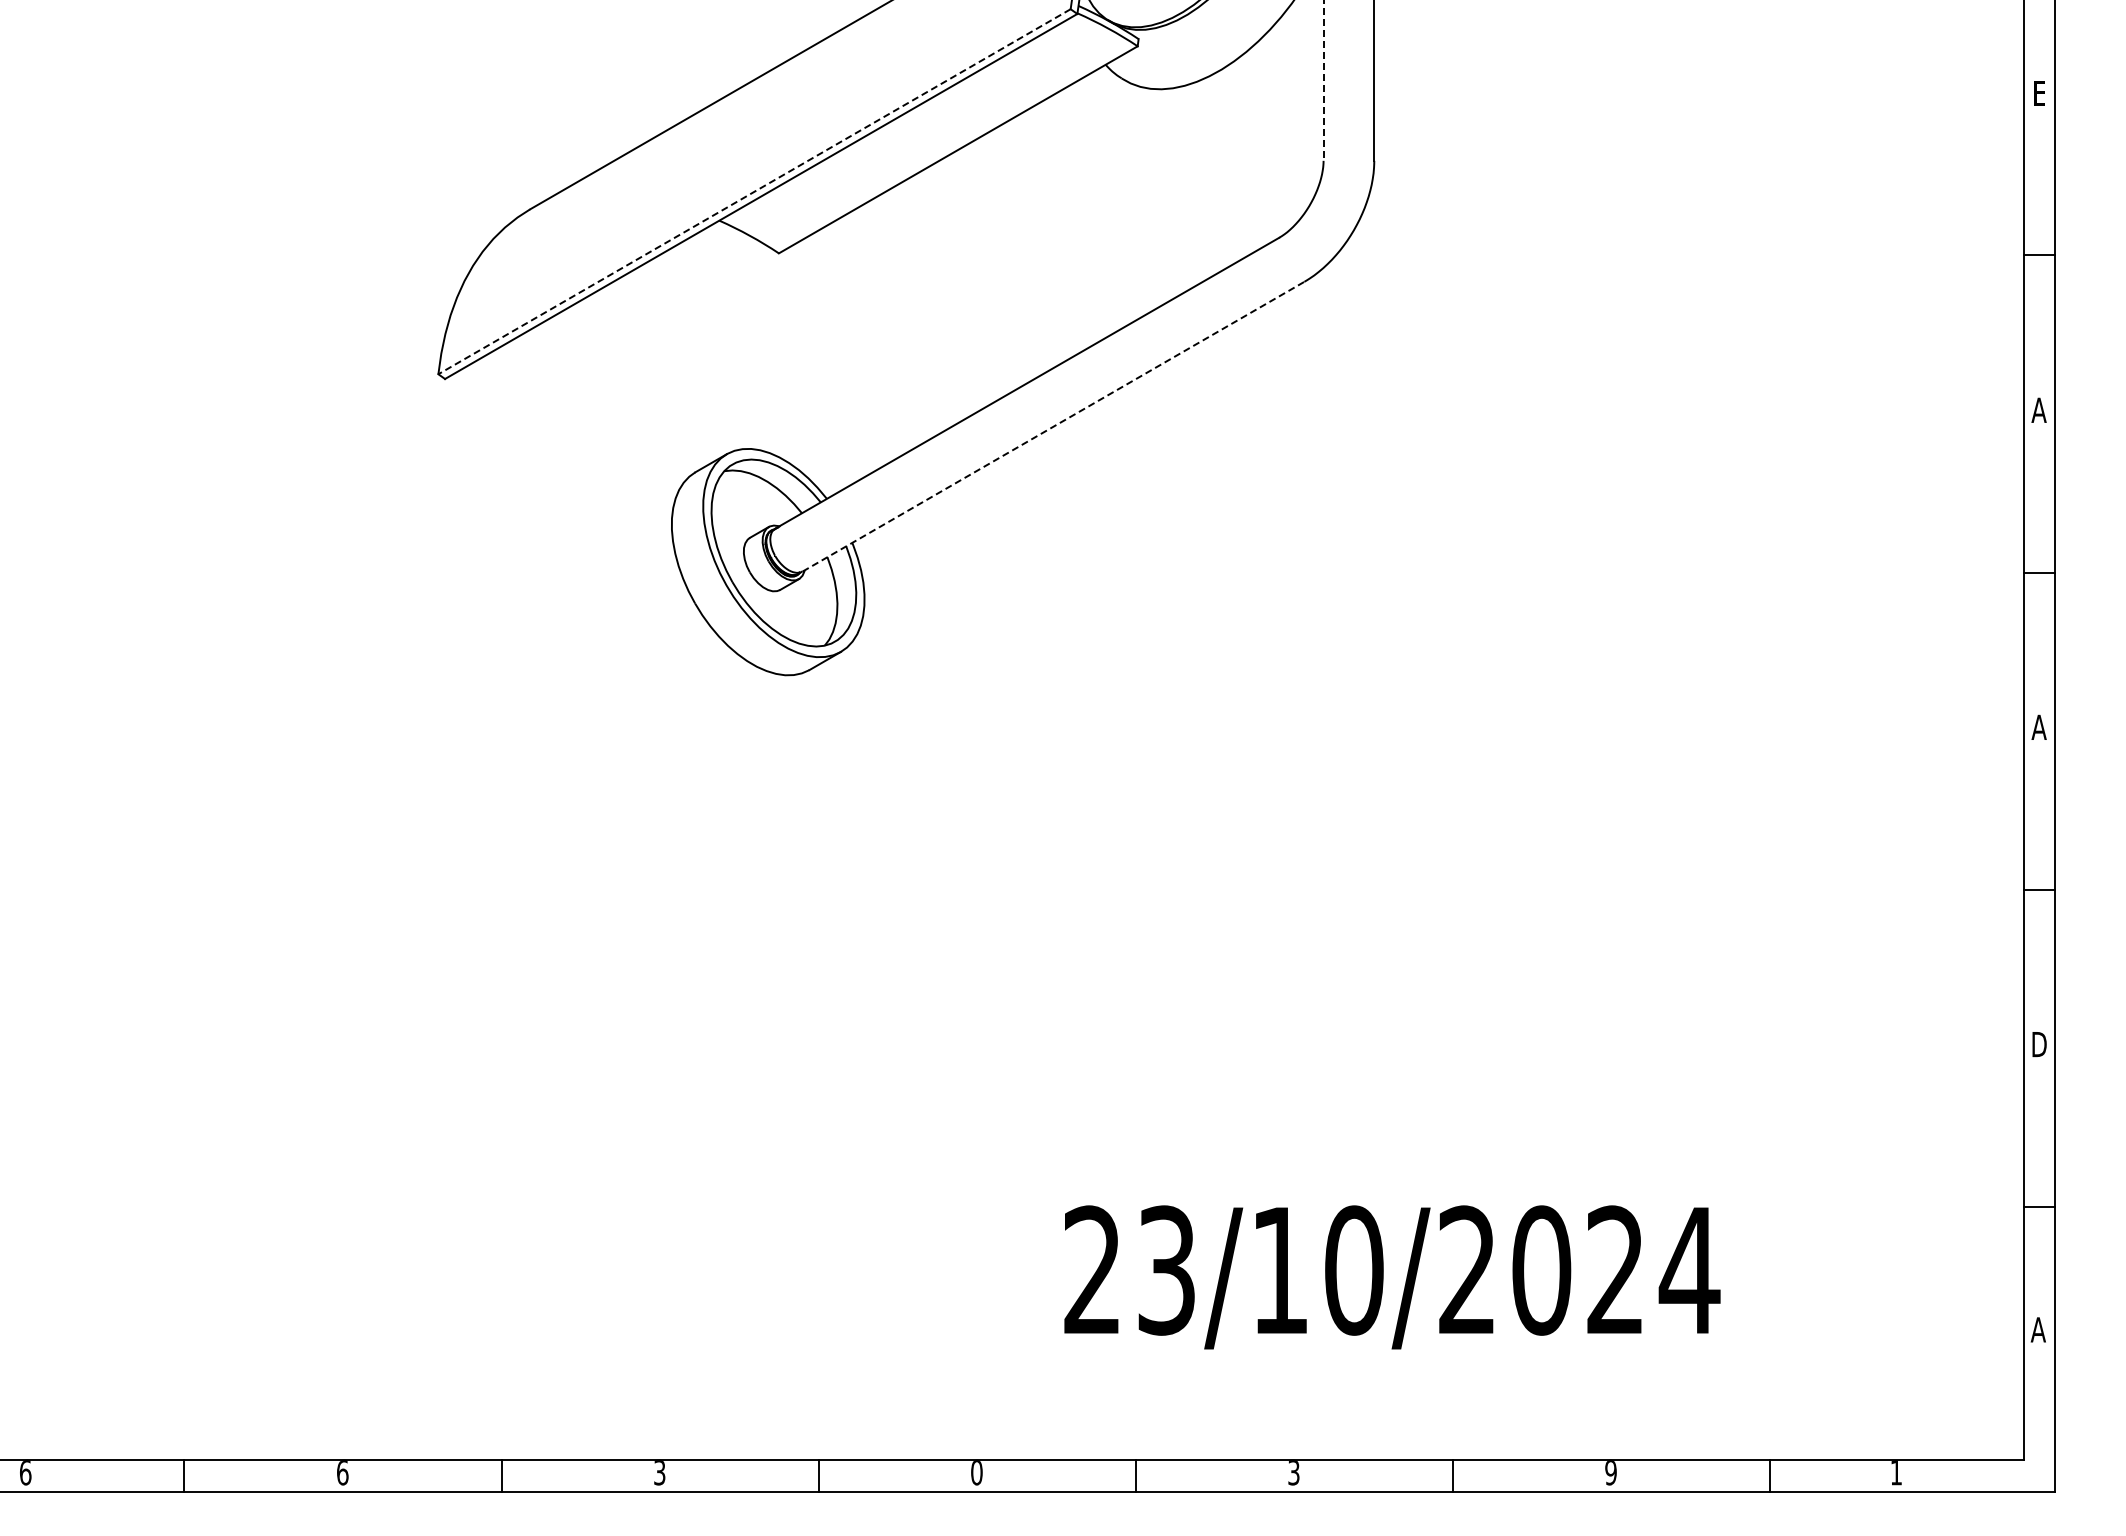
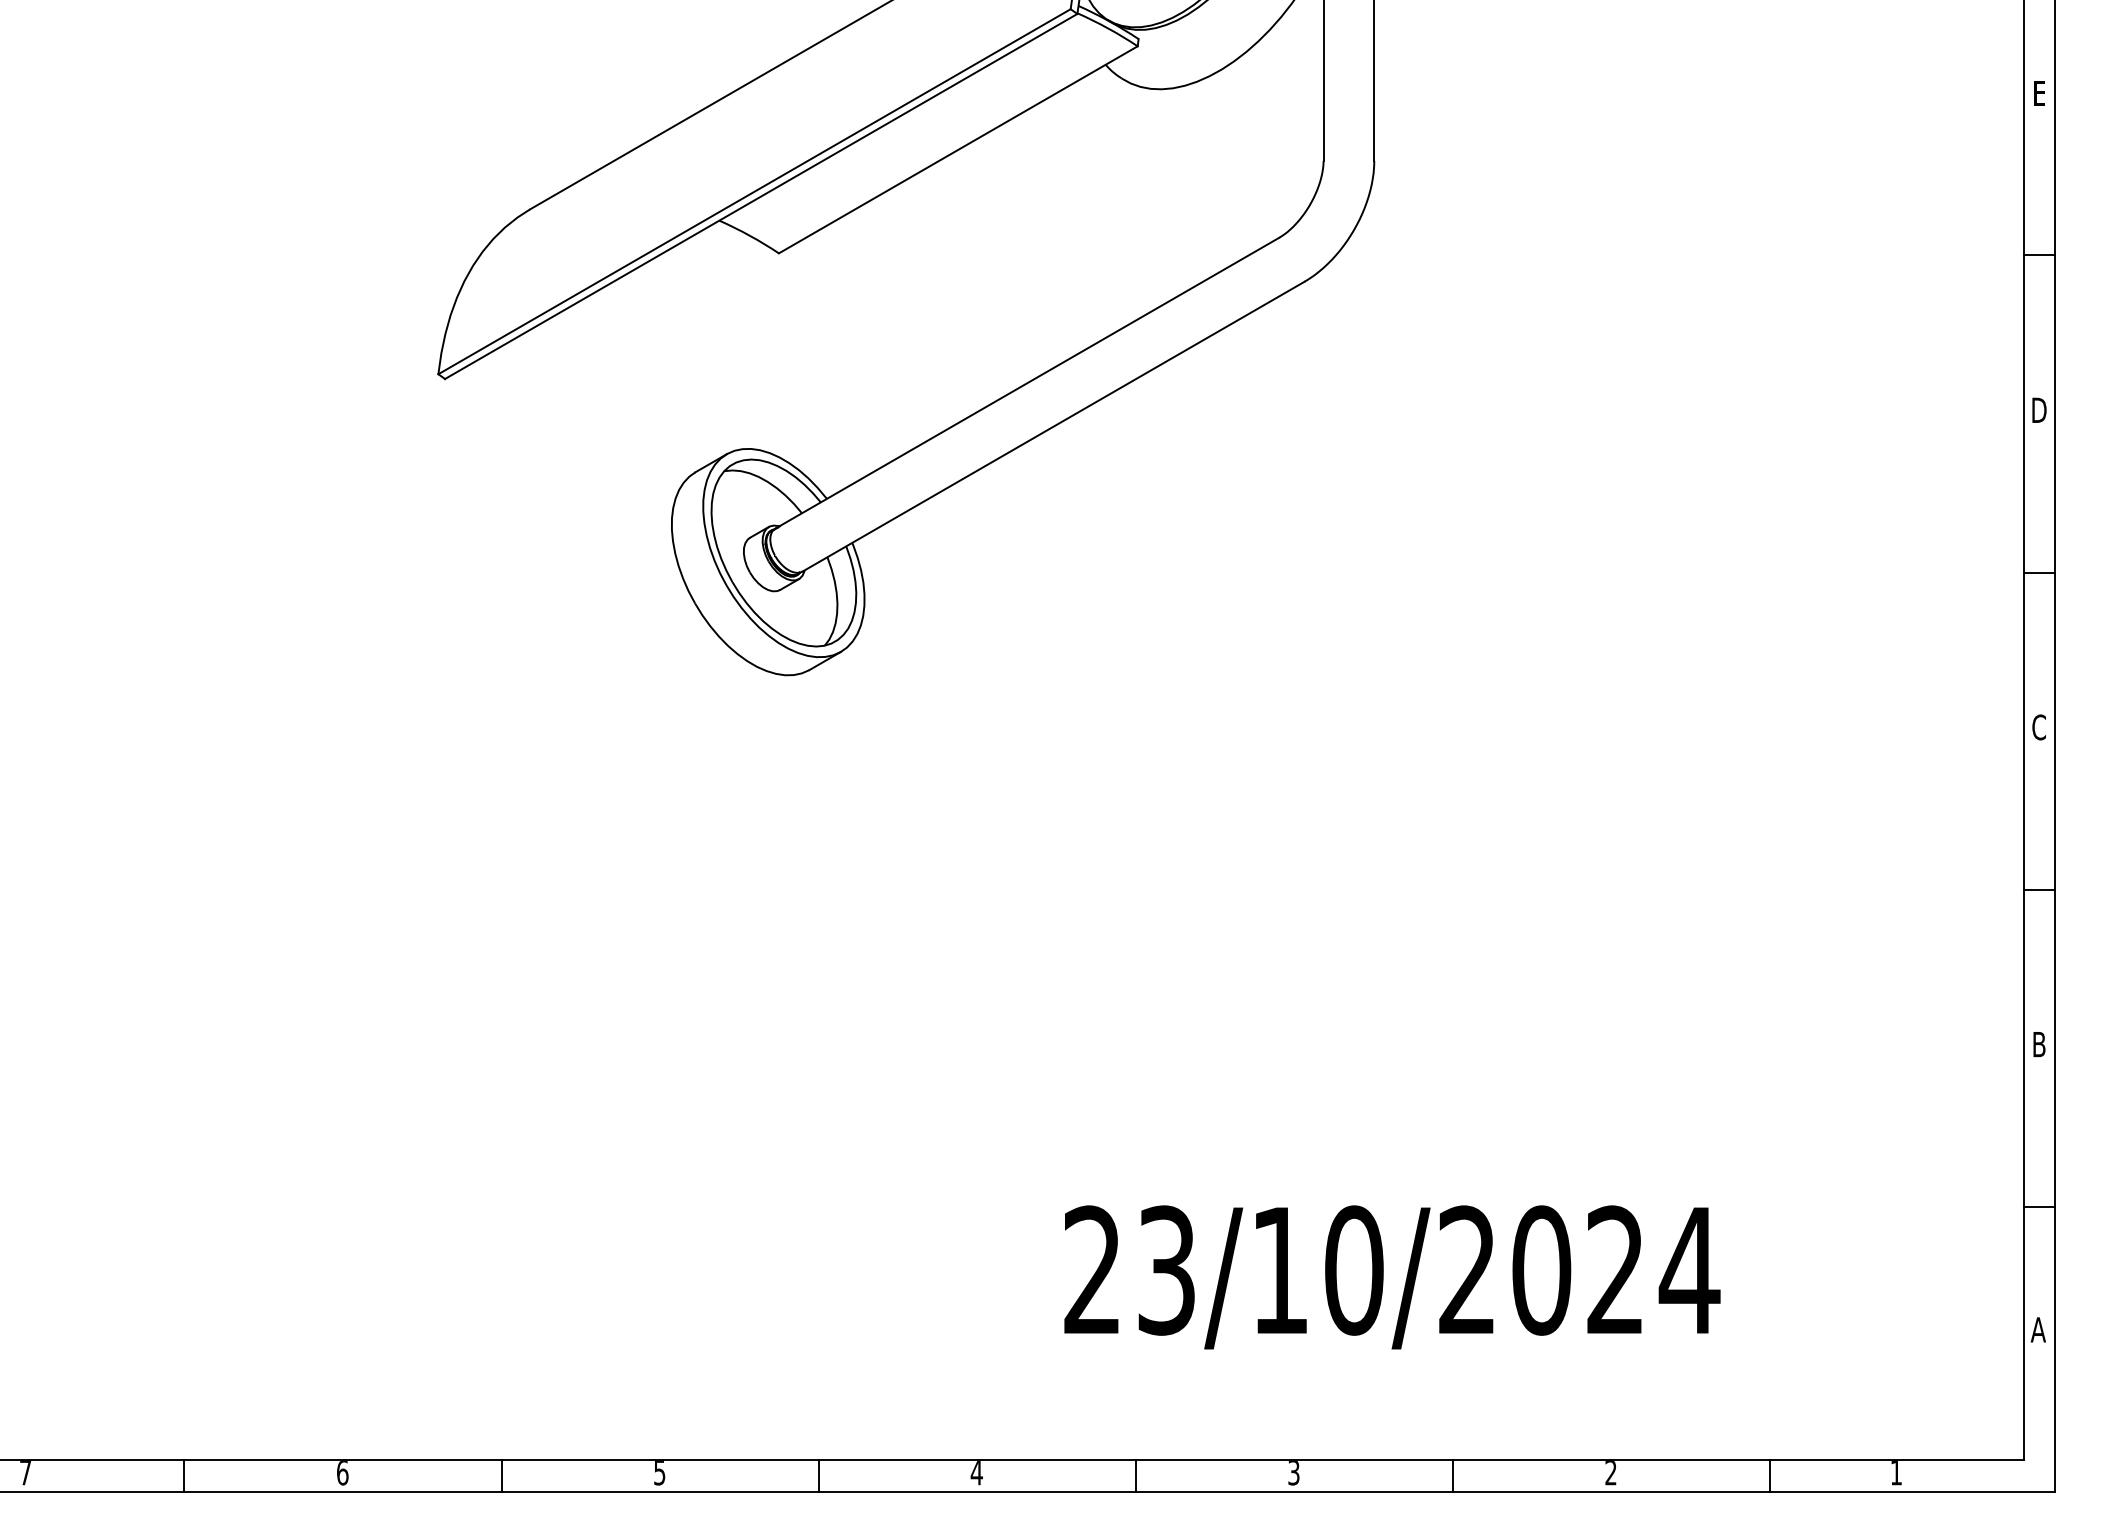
line at (1323, 81): dashed -> solid
line at (754, 191): dashed -> solid
text at (2038, 409): A -> D
line at (1053, 426): dashed -> solid
text at (2038, 727): A -> C
text at (2039, 1044): D -> B
text at (659, 1472): 3 -> 5
text at (25, 1473): 6 -> 7
text at (976, 1473): 0 -> 4
text at (1610, 1473): 9 -> 2
